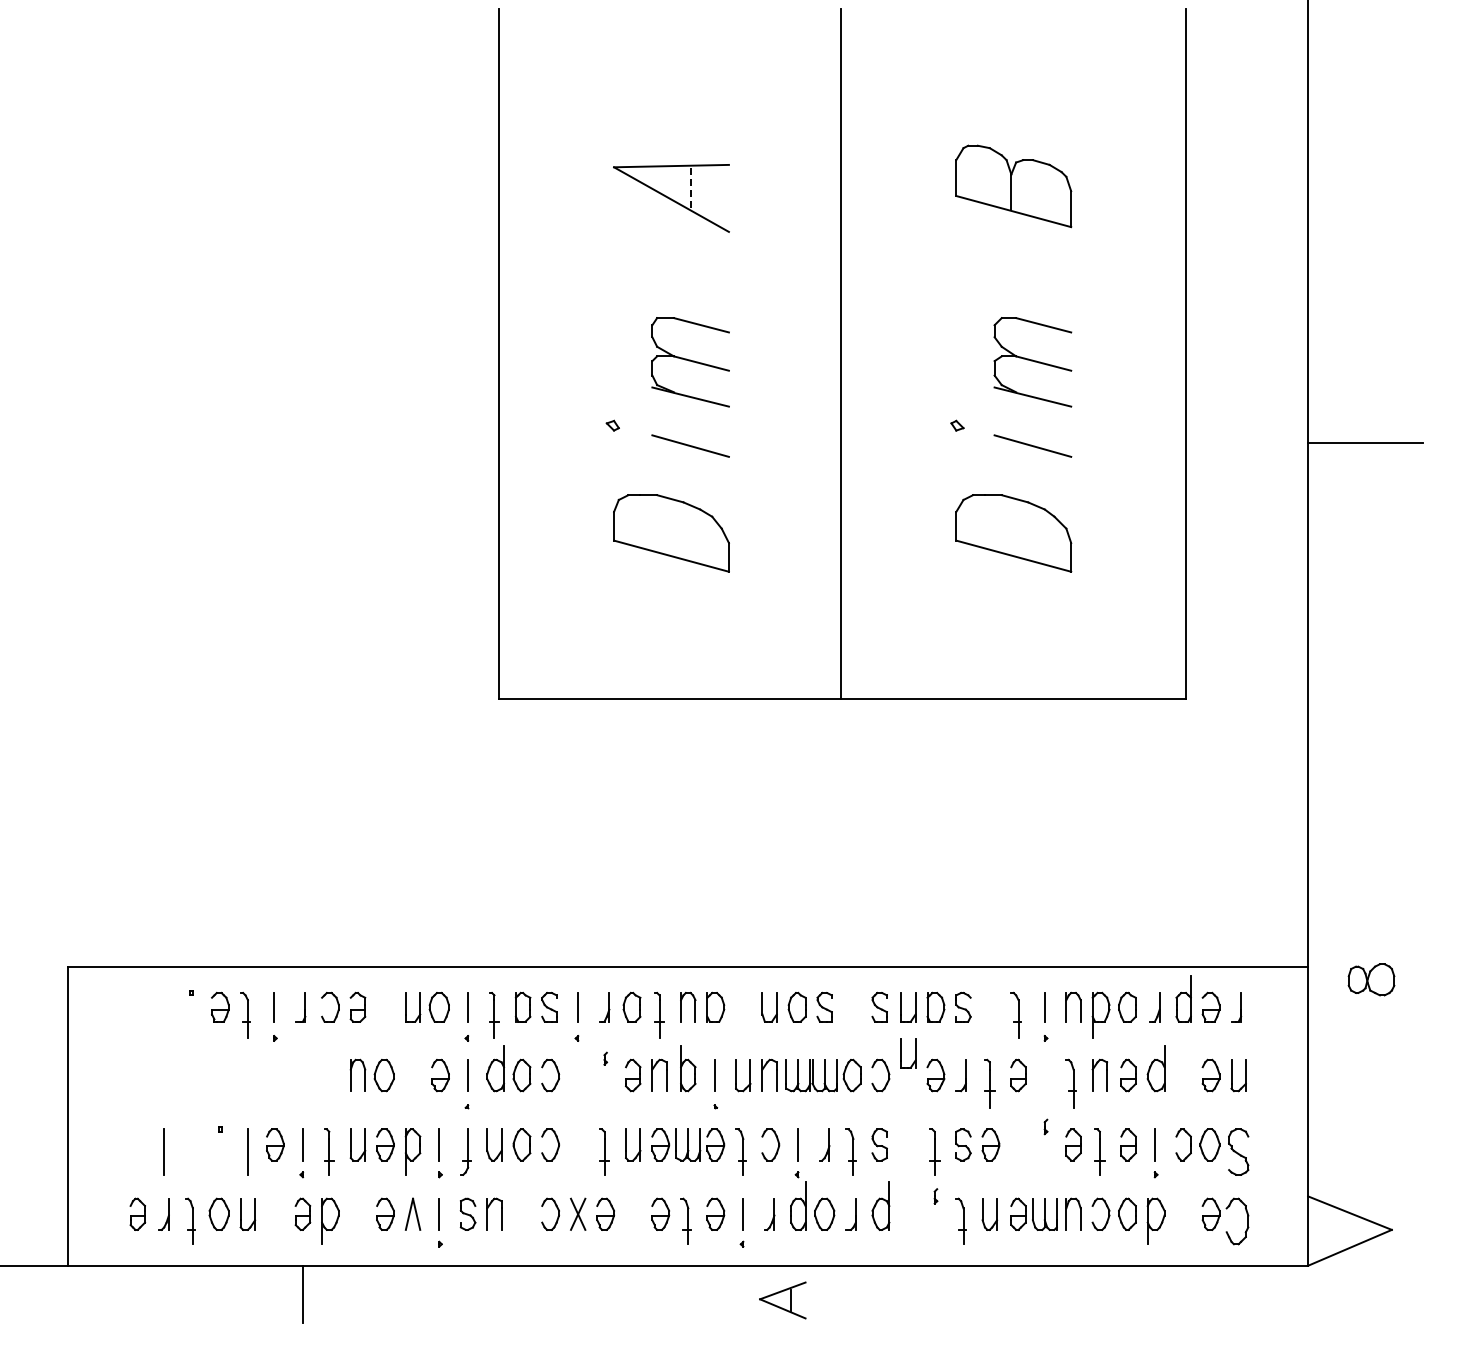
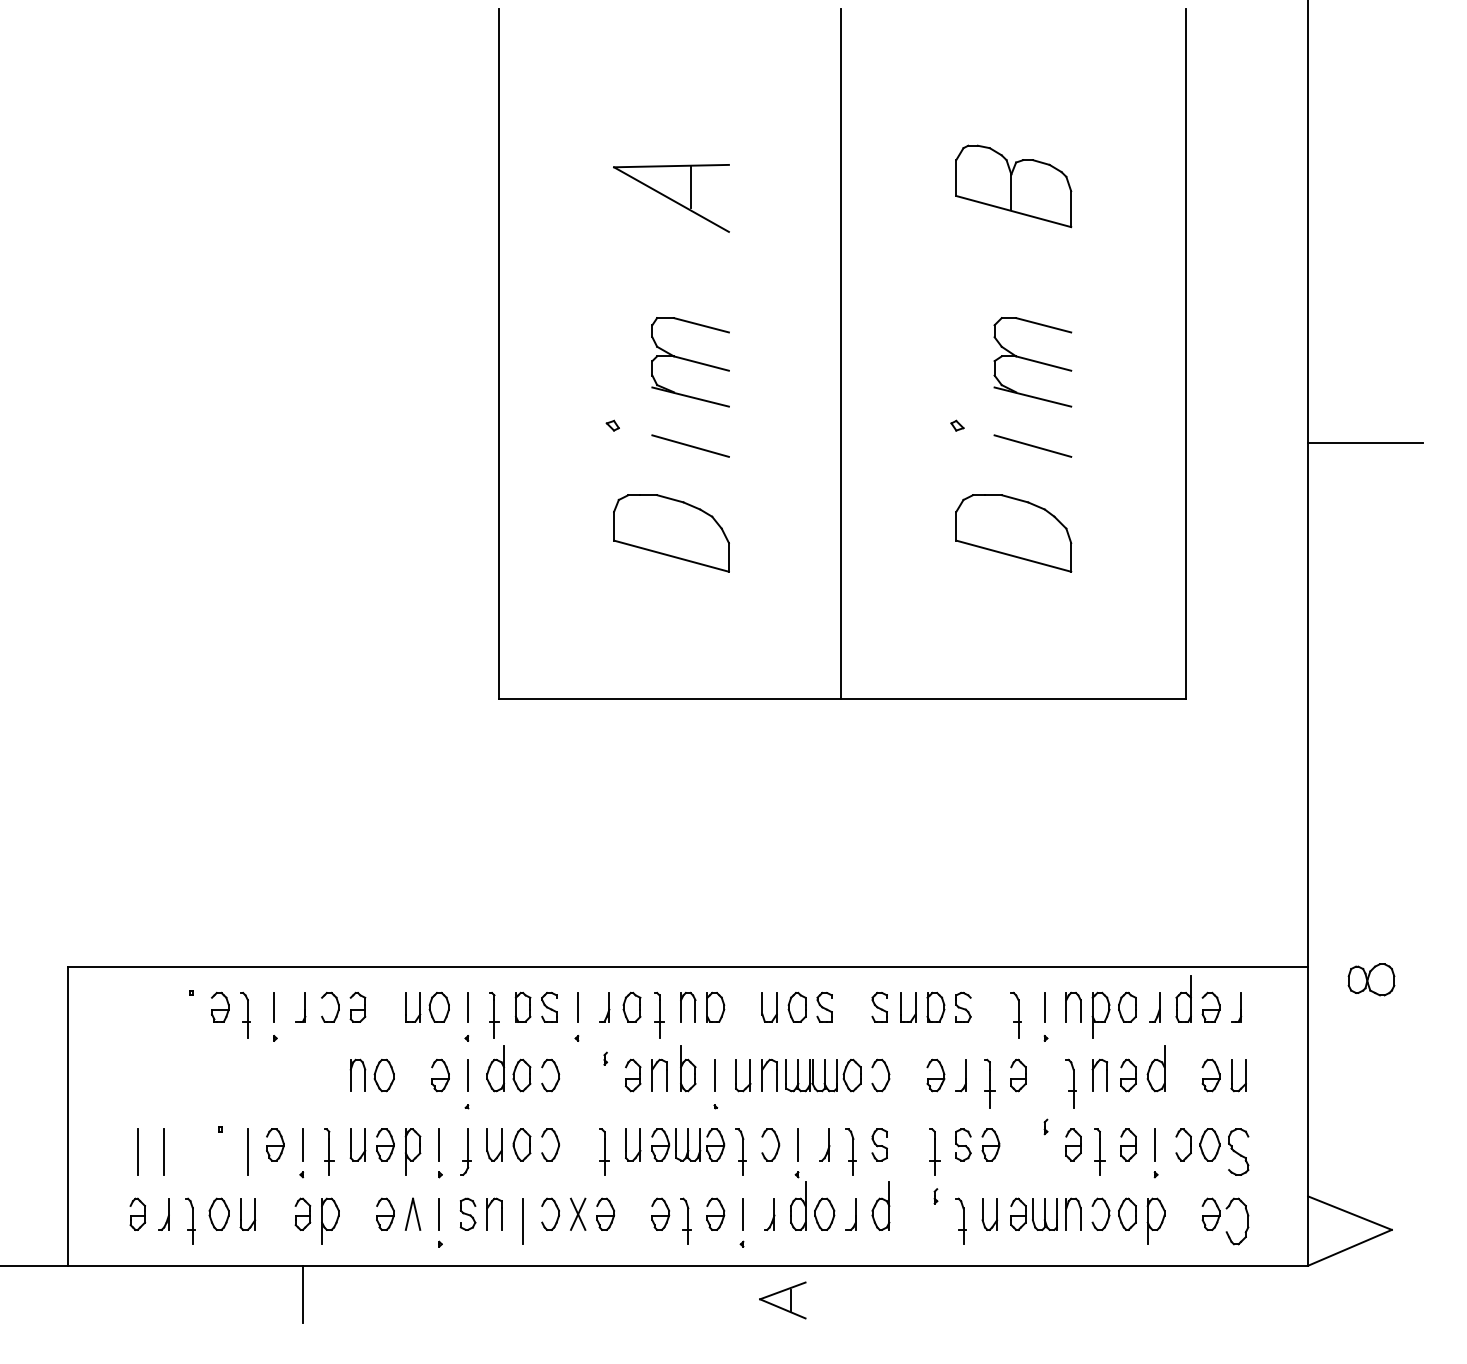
line at (690, 187): dashed -> solid
part at (901, 1053): present -> none
line at (137, 1151): none -> present
line at (523, 1221): none -> present
